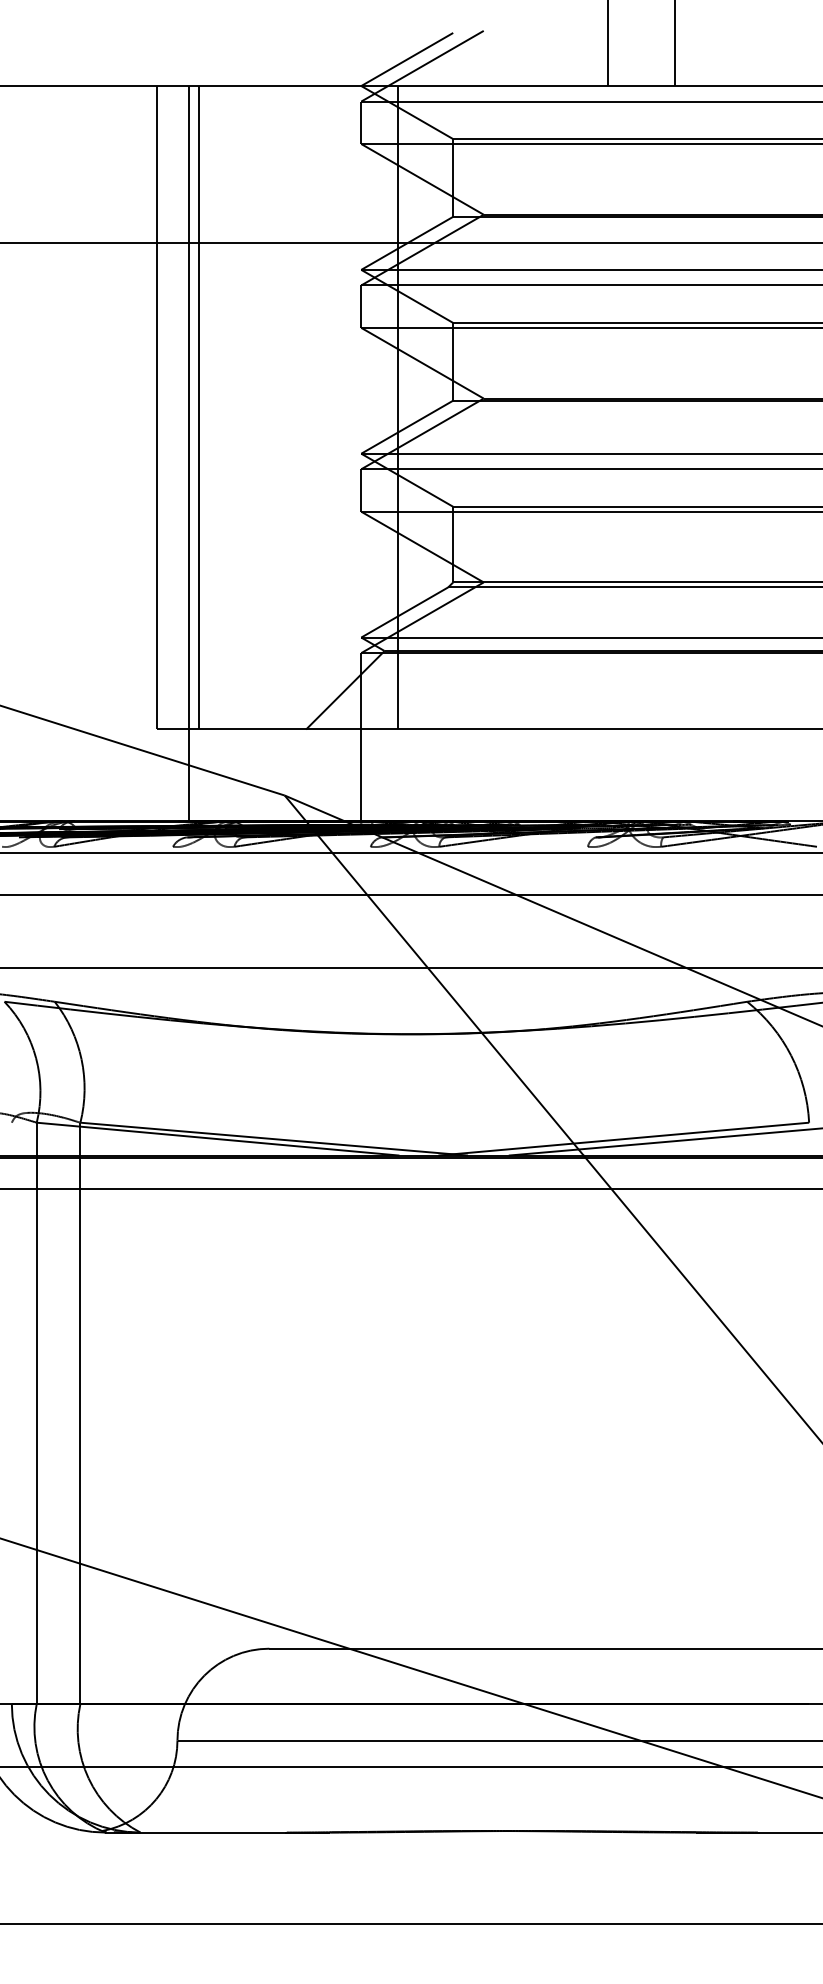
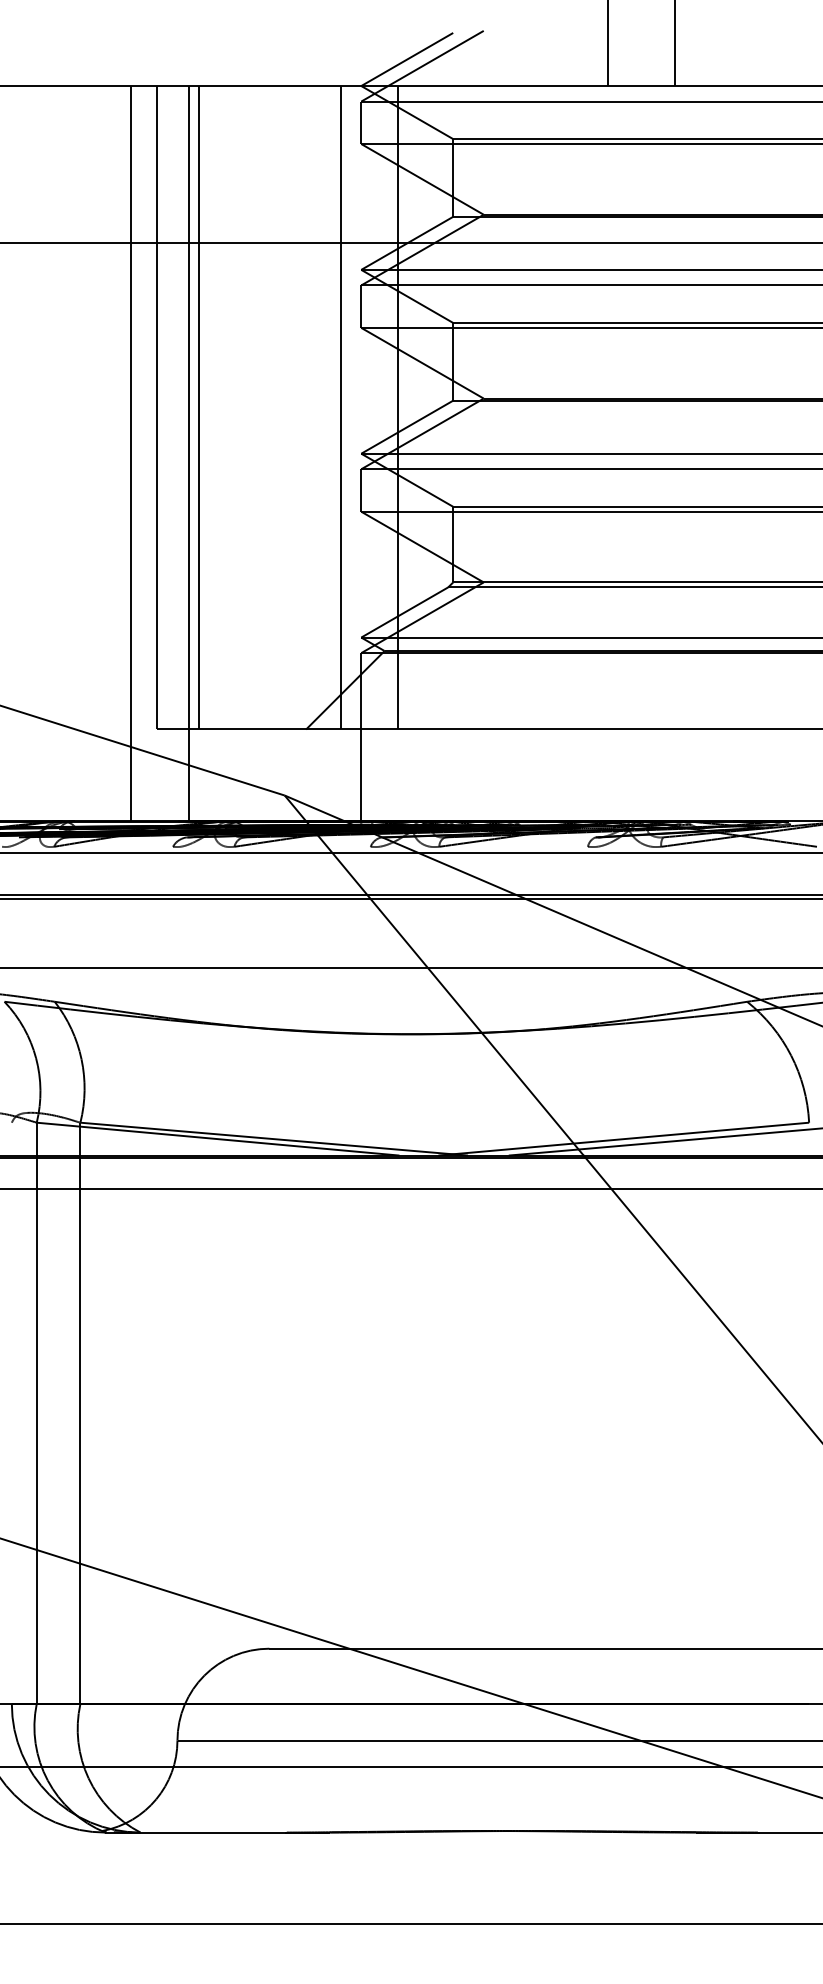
line at (341, 407): none -> present
line at (131, 453): none -> present
line at (410, 898): none -> present
